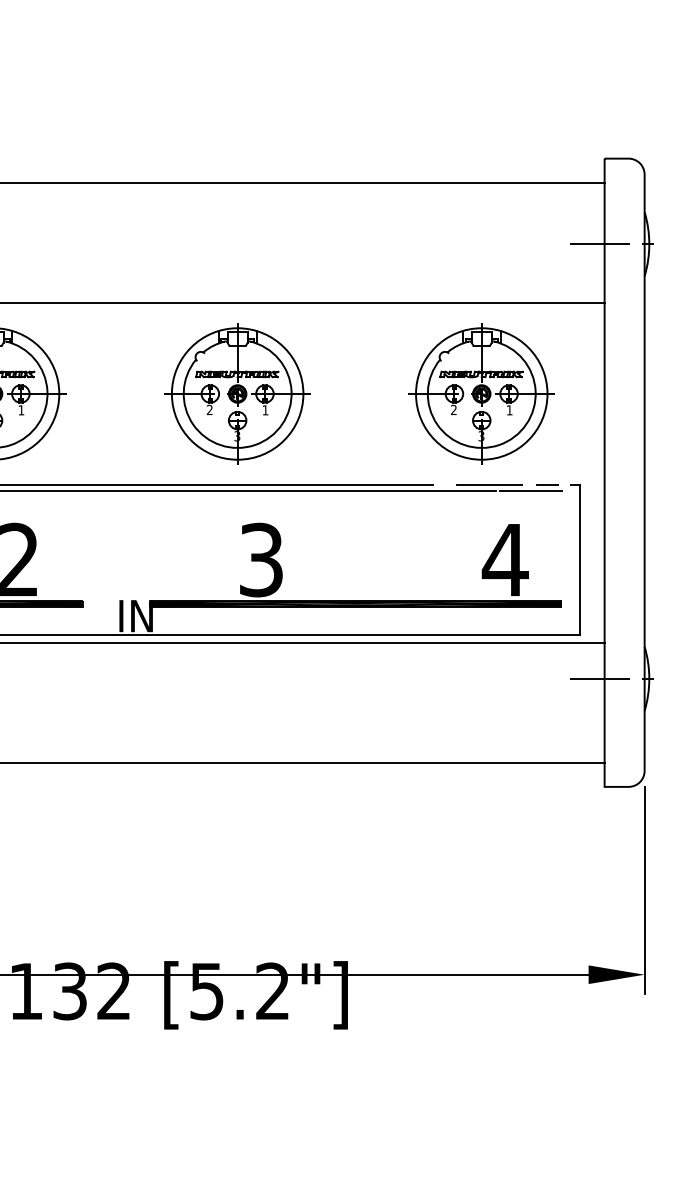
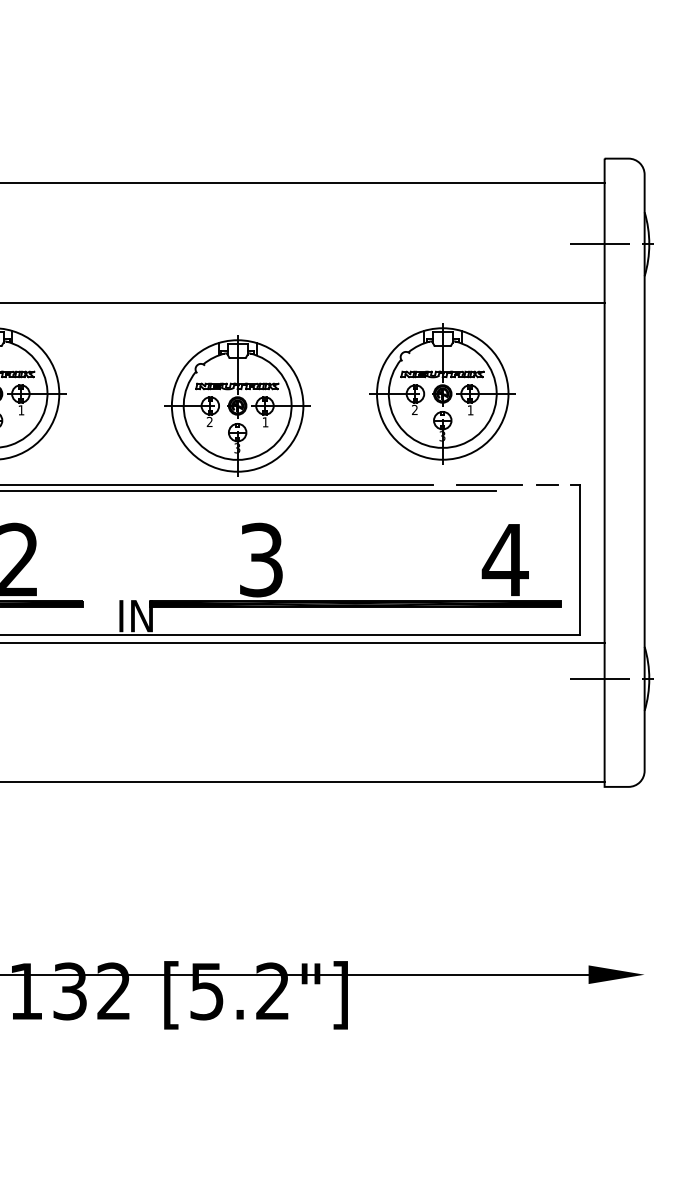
part at (237, 393) position: (237, 393) -> (237, 405)
part at (481, 393) position: (481, 393) -> (442, 393)
line at (530, 490): present -> none
line at (303, 762) position: (303, 762) -> (303, 781)
line at (644, 889): present -> none
